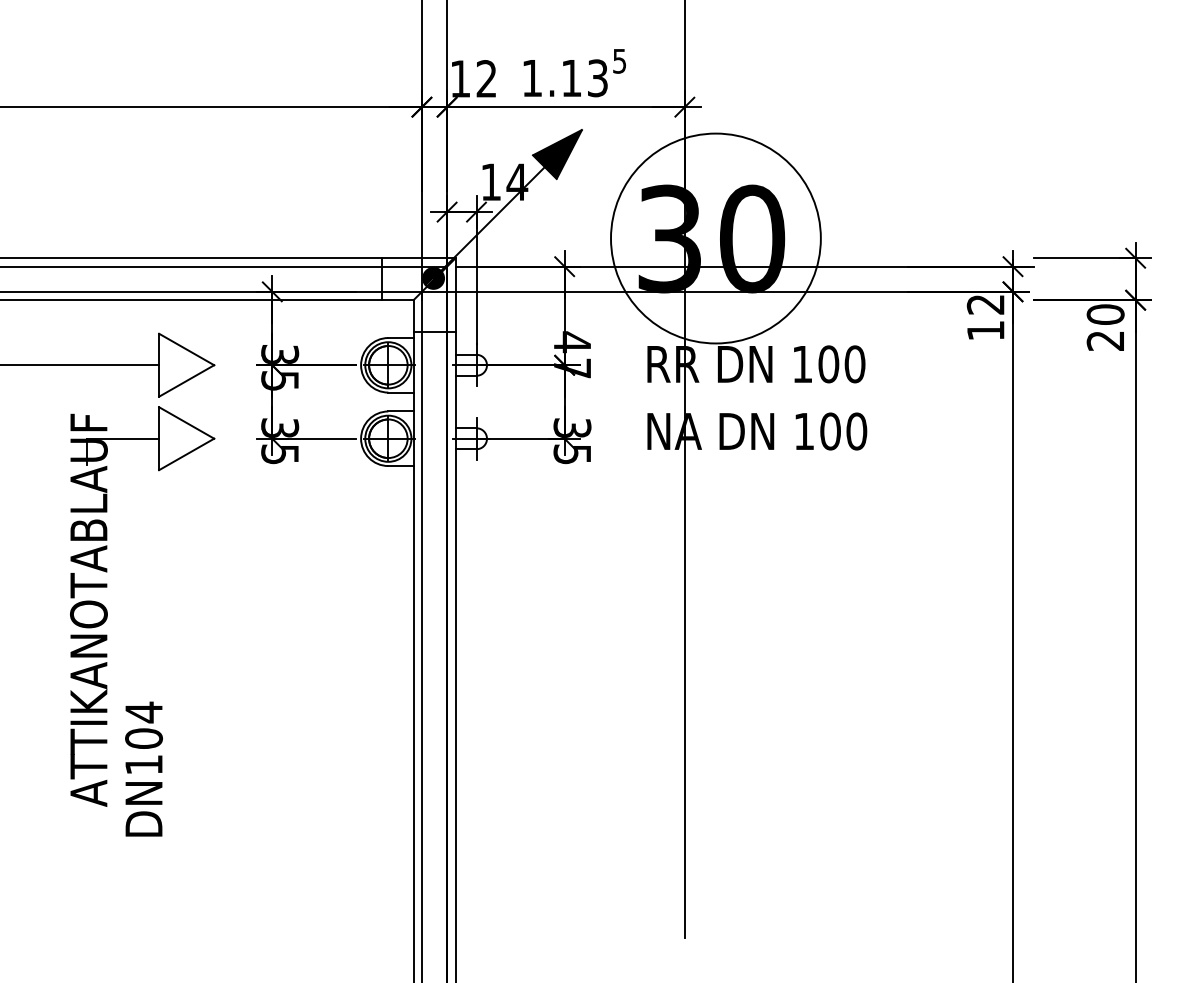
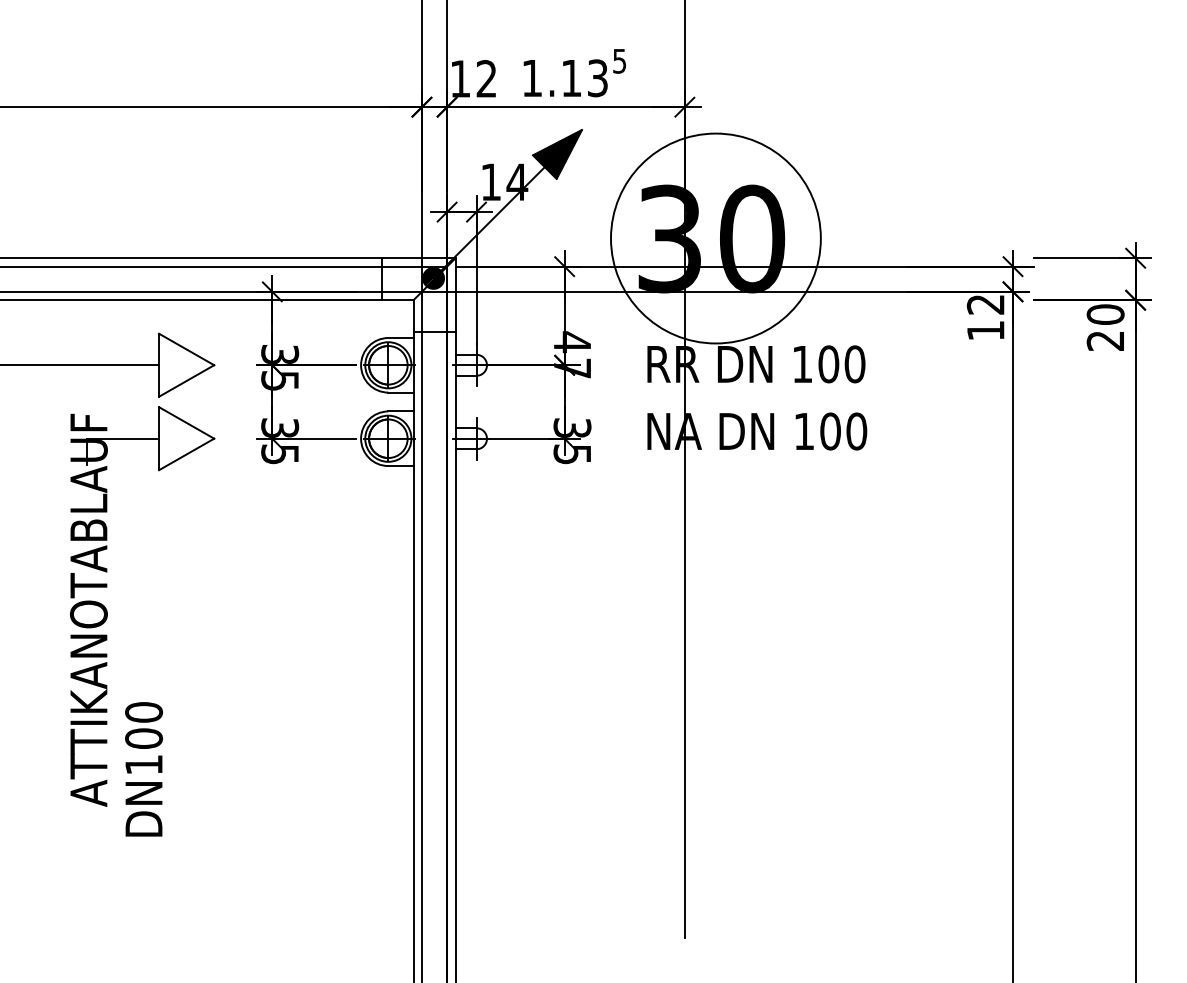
text at (143, 712): DN104 -> DN100
